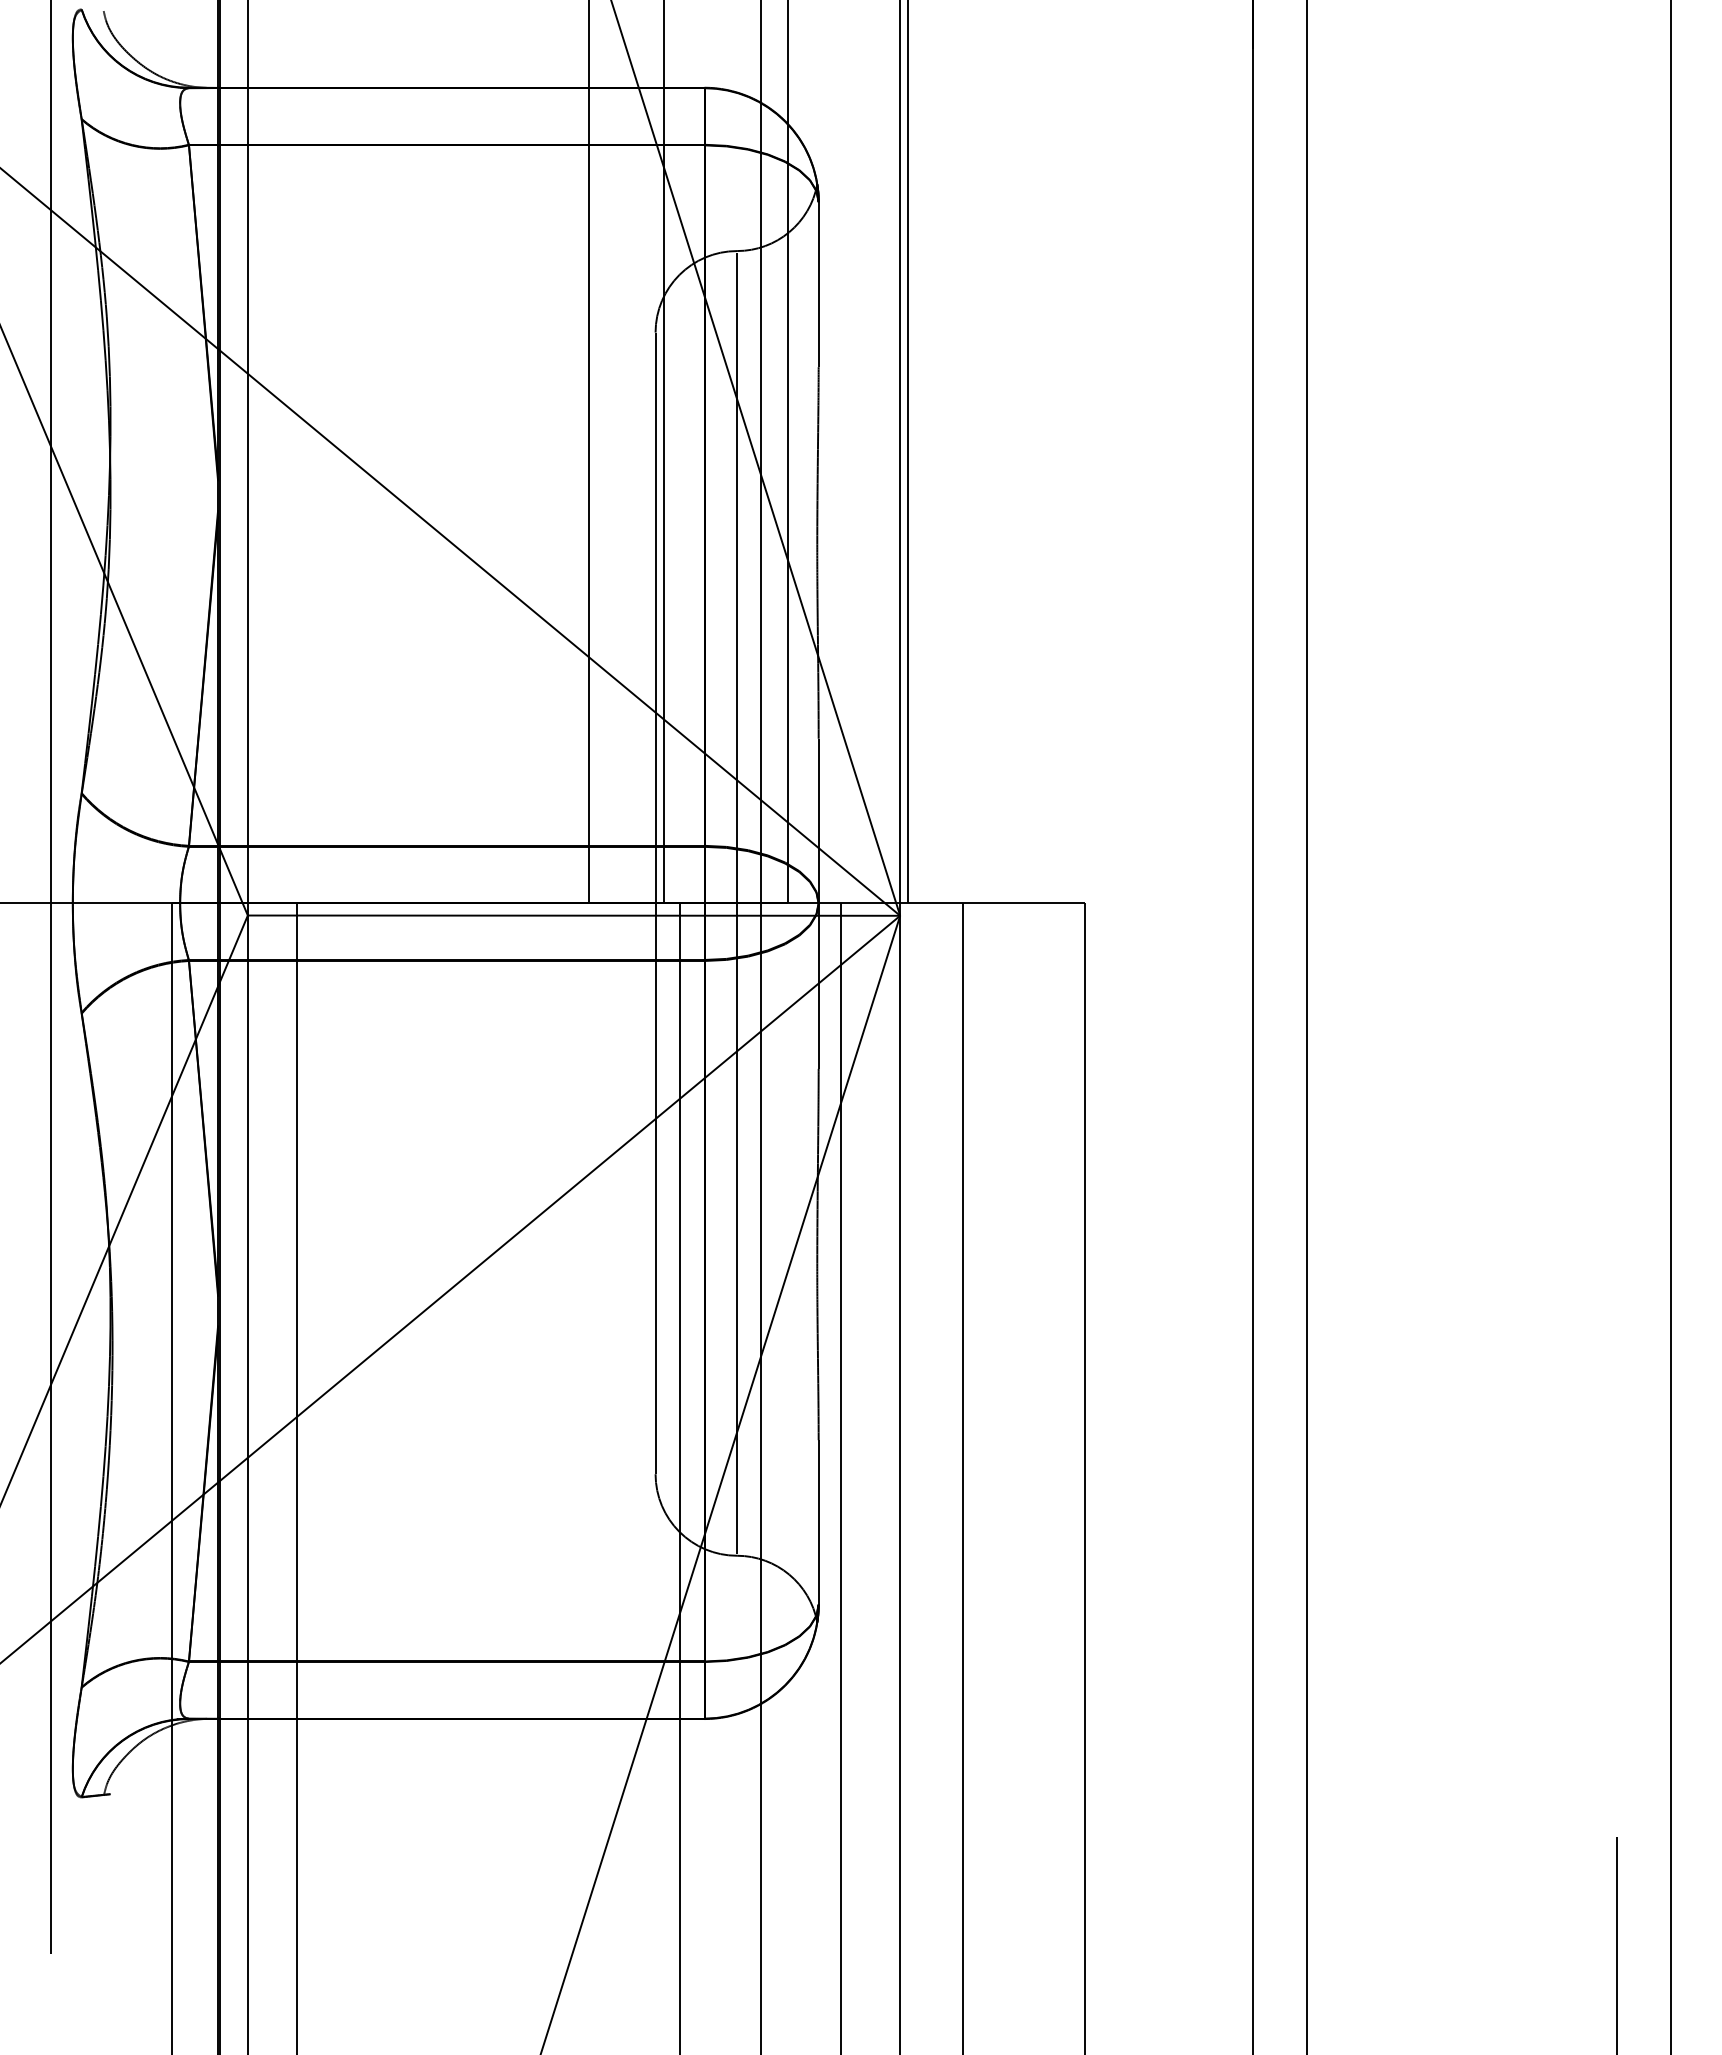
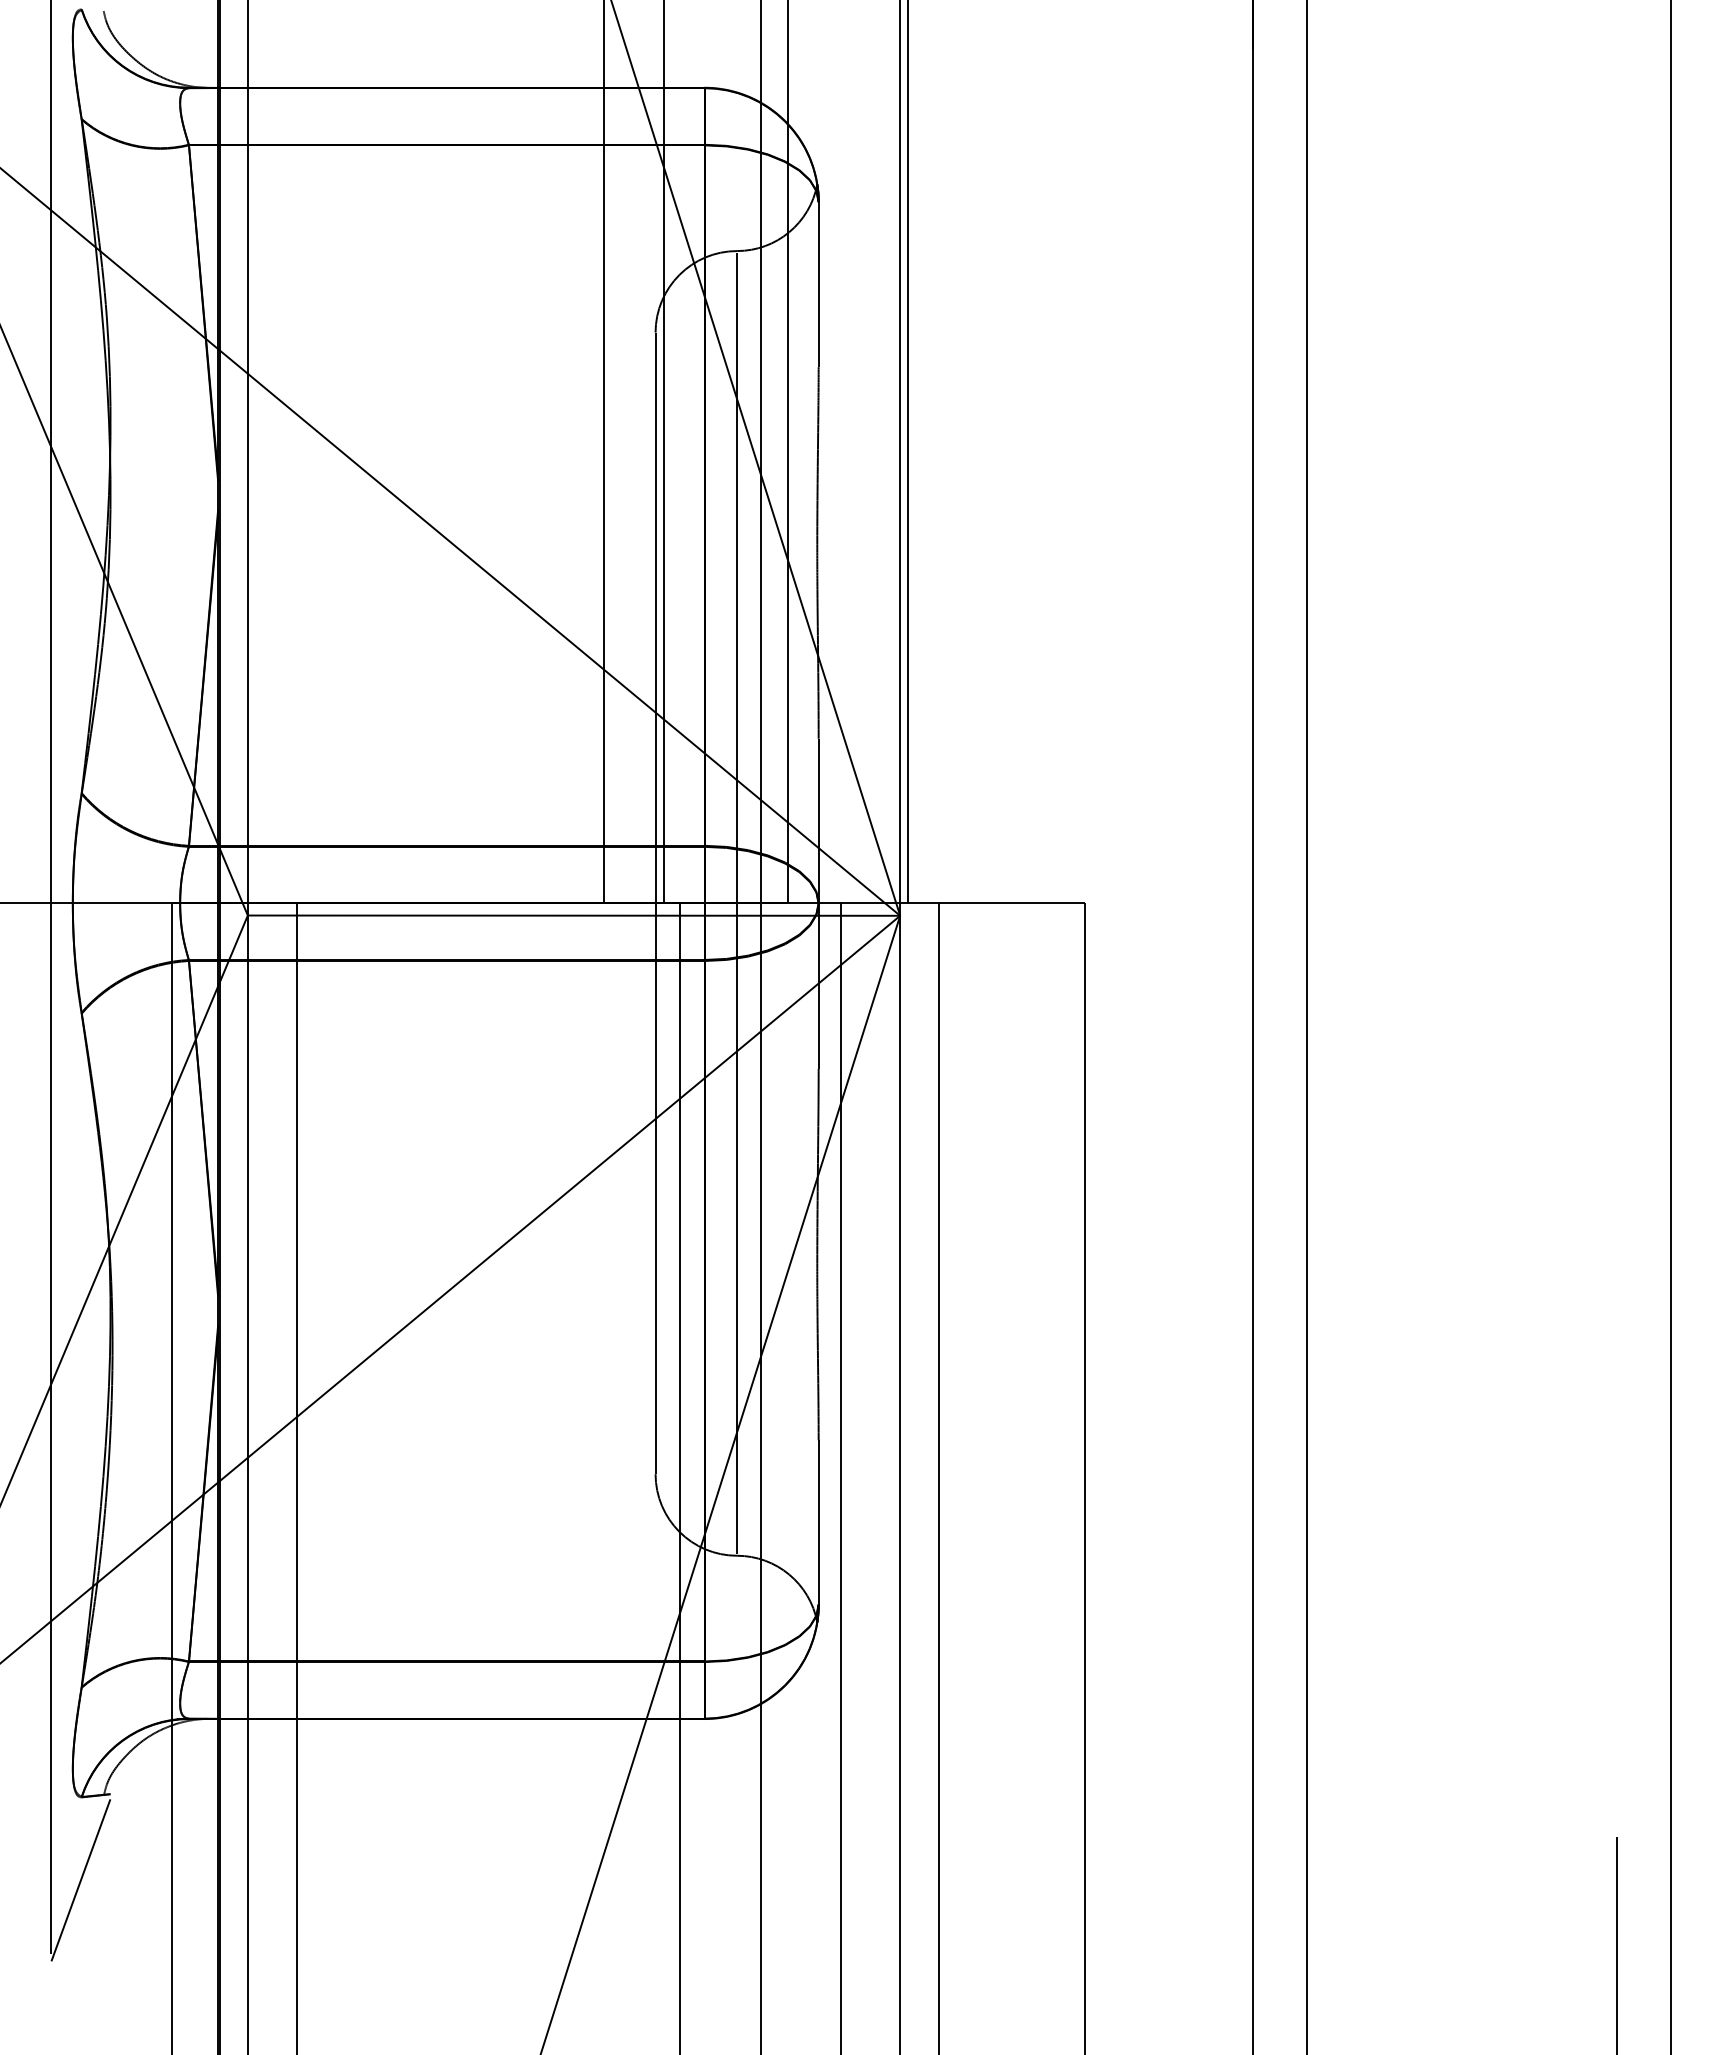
line at (589, 452) position: (589, 452) -> (604, 452)
line at (962, 1477) position: (962, 1477) -> (938, 1477)
line at (80, 1880): none -> present
